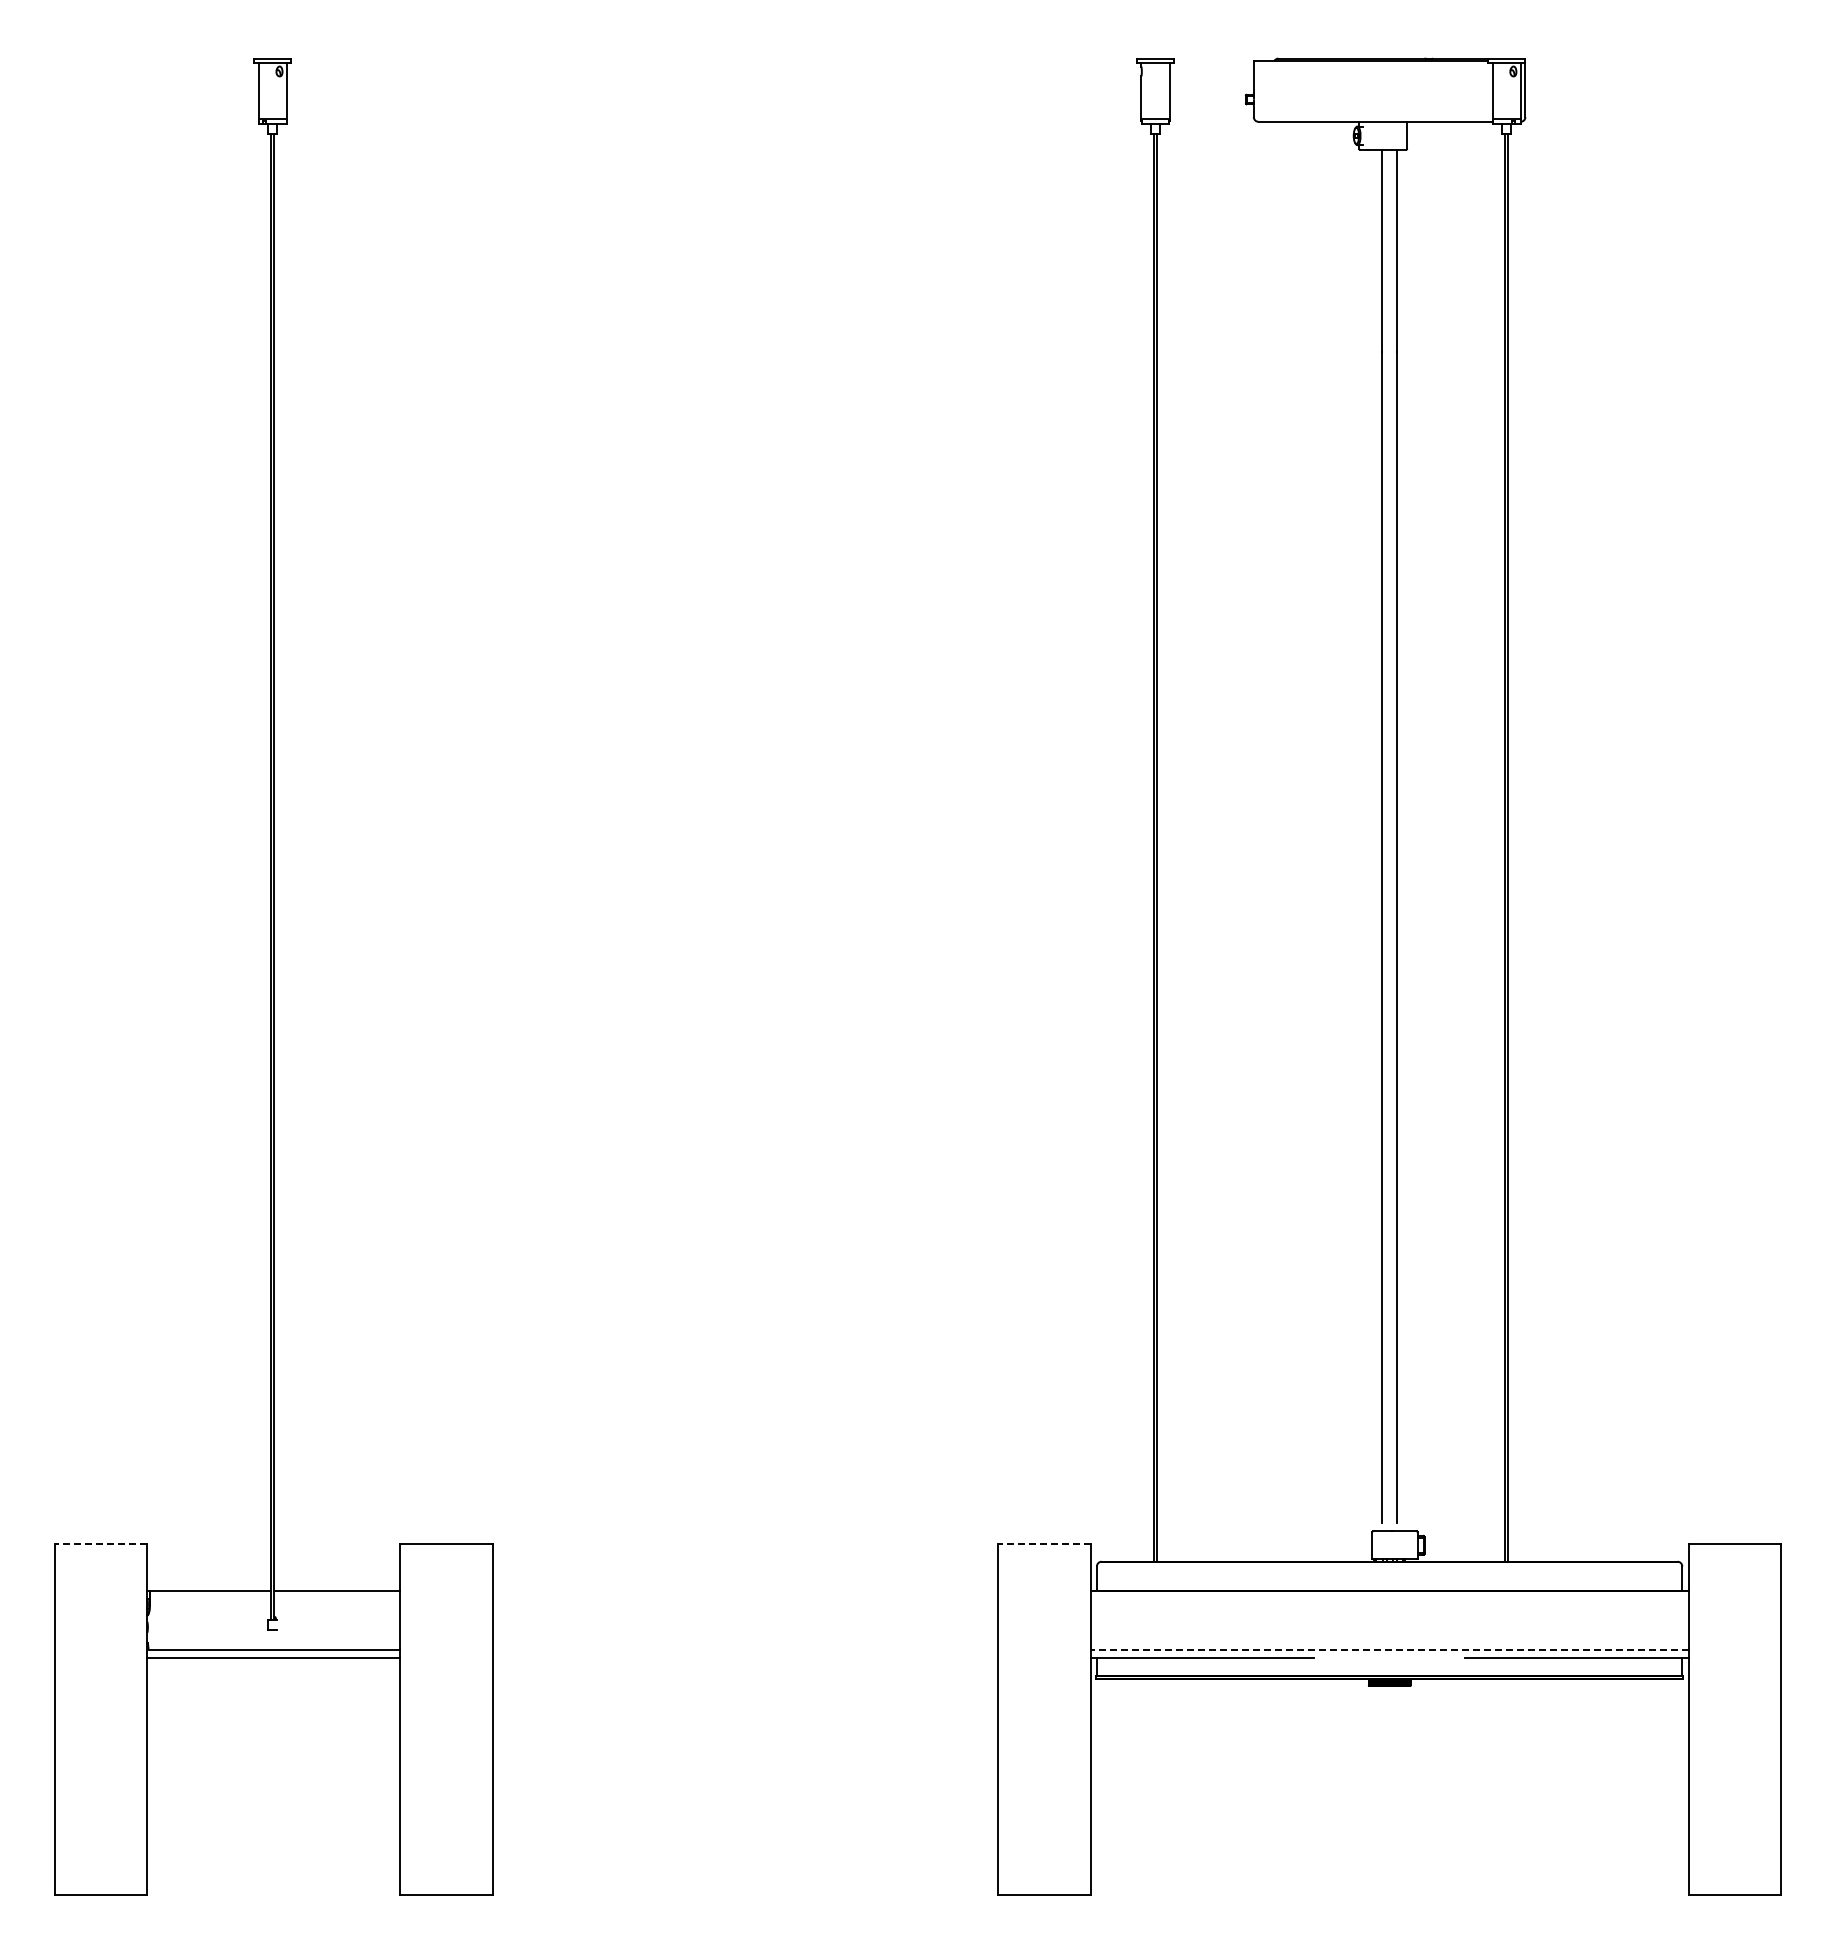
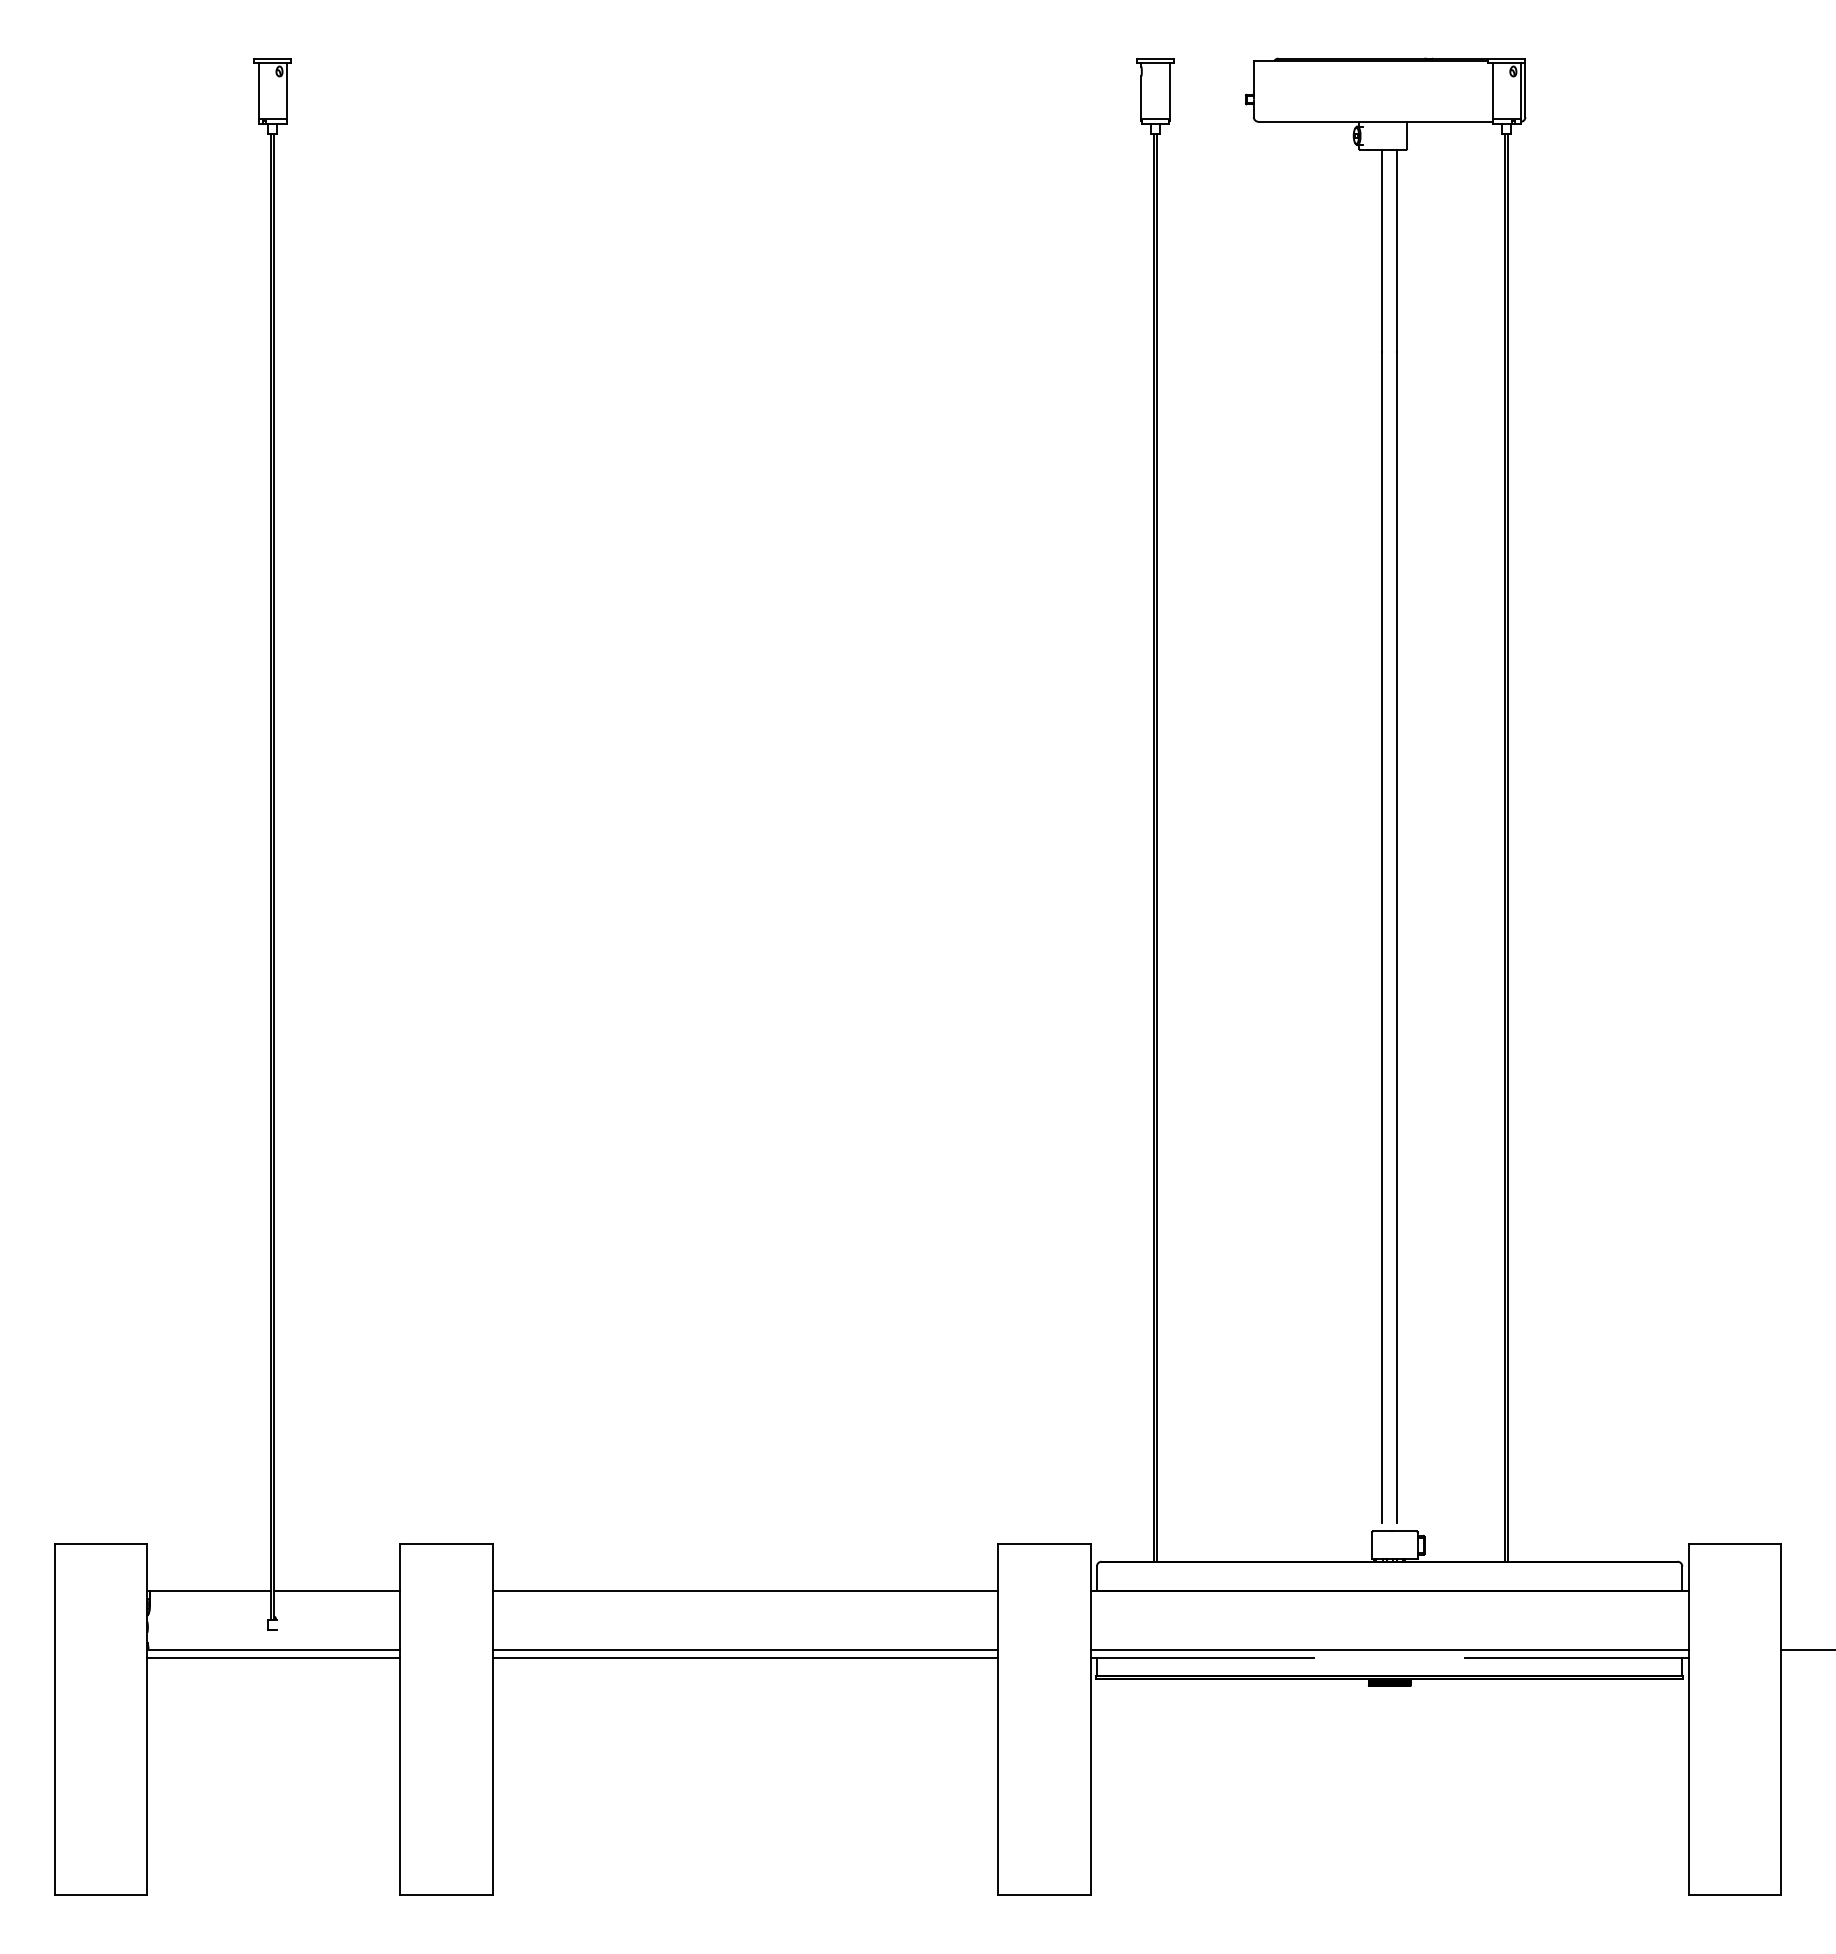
line at (100, 1544): dashed -> solid
line at (1043, 1544): dashed -> solid
line at (745, 1591): none -> present
line at (745, 1649): none -> present
line at (1389, 1649): dashed -> solid
line at (1806, 1649): none -> present
line at (745, 1658): none -> present
